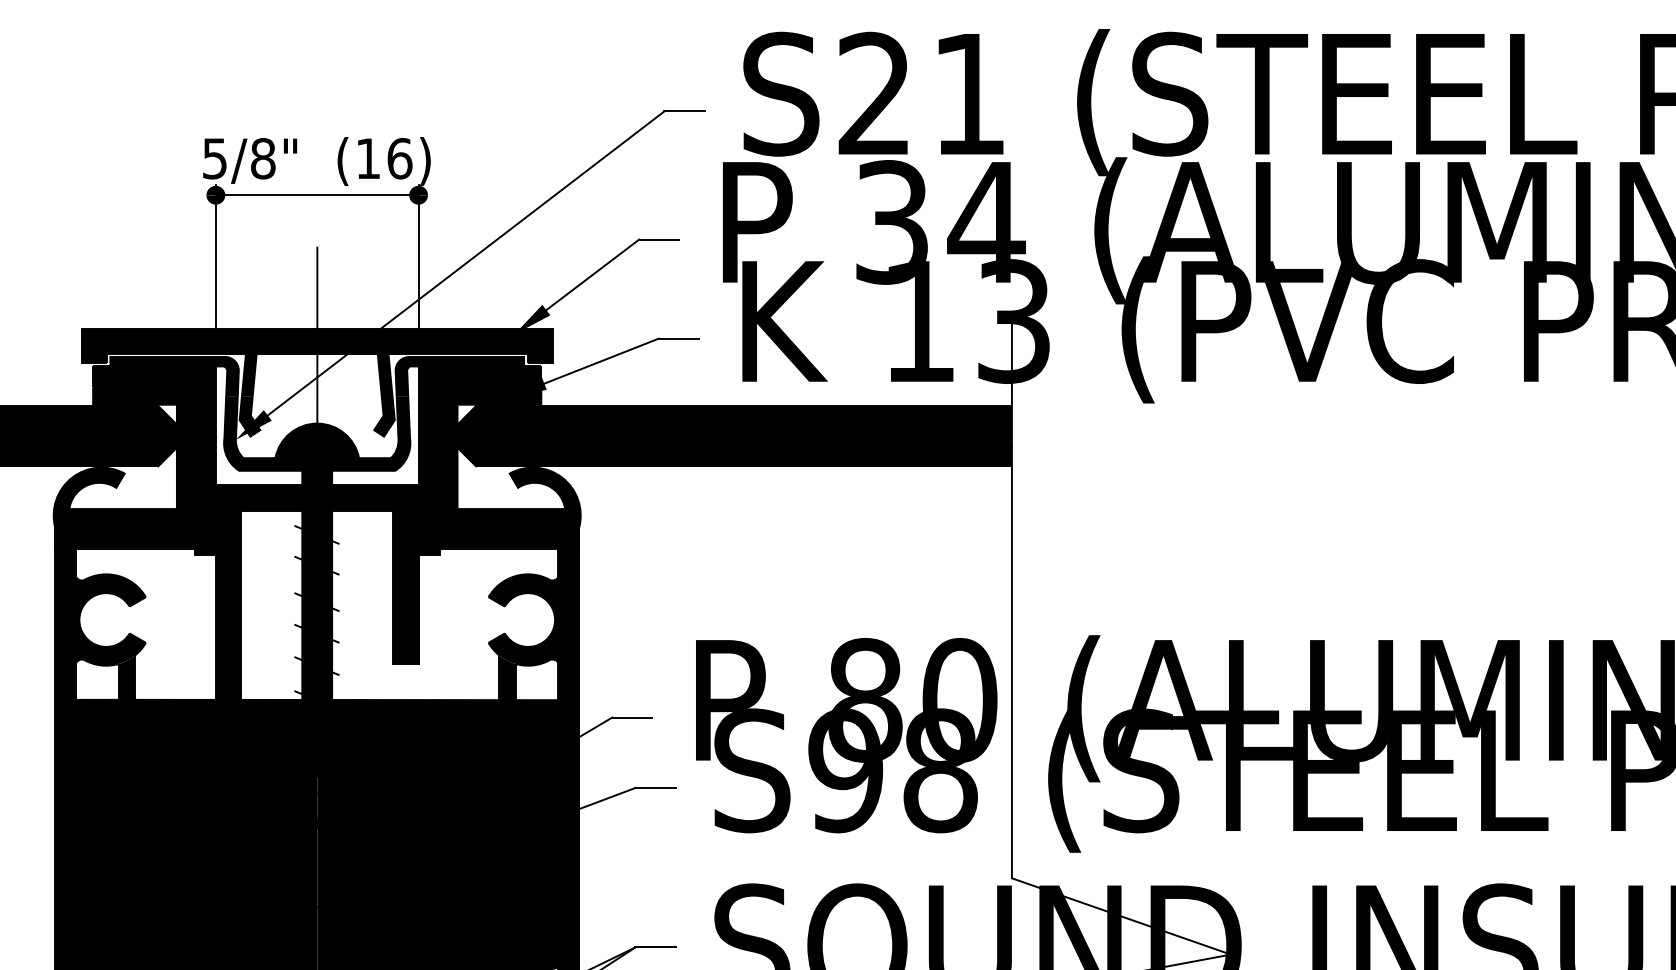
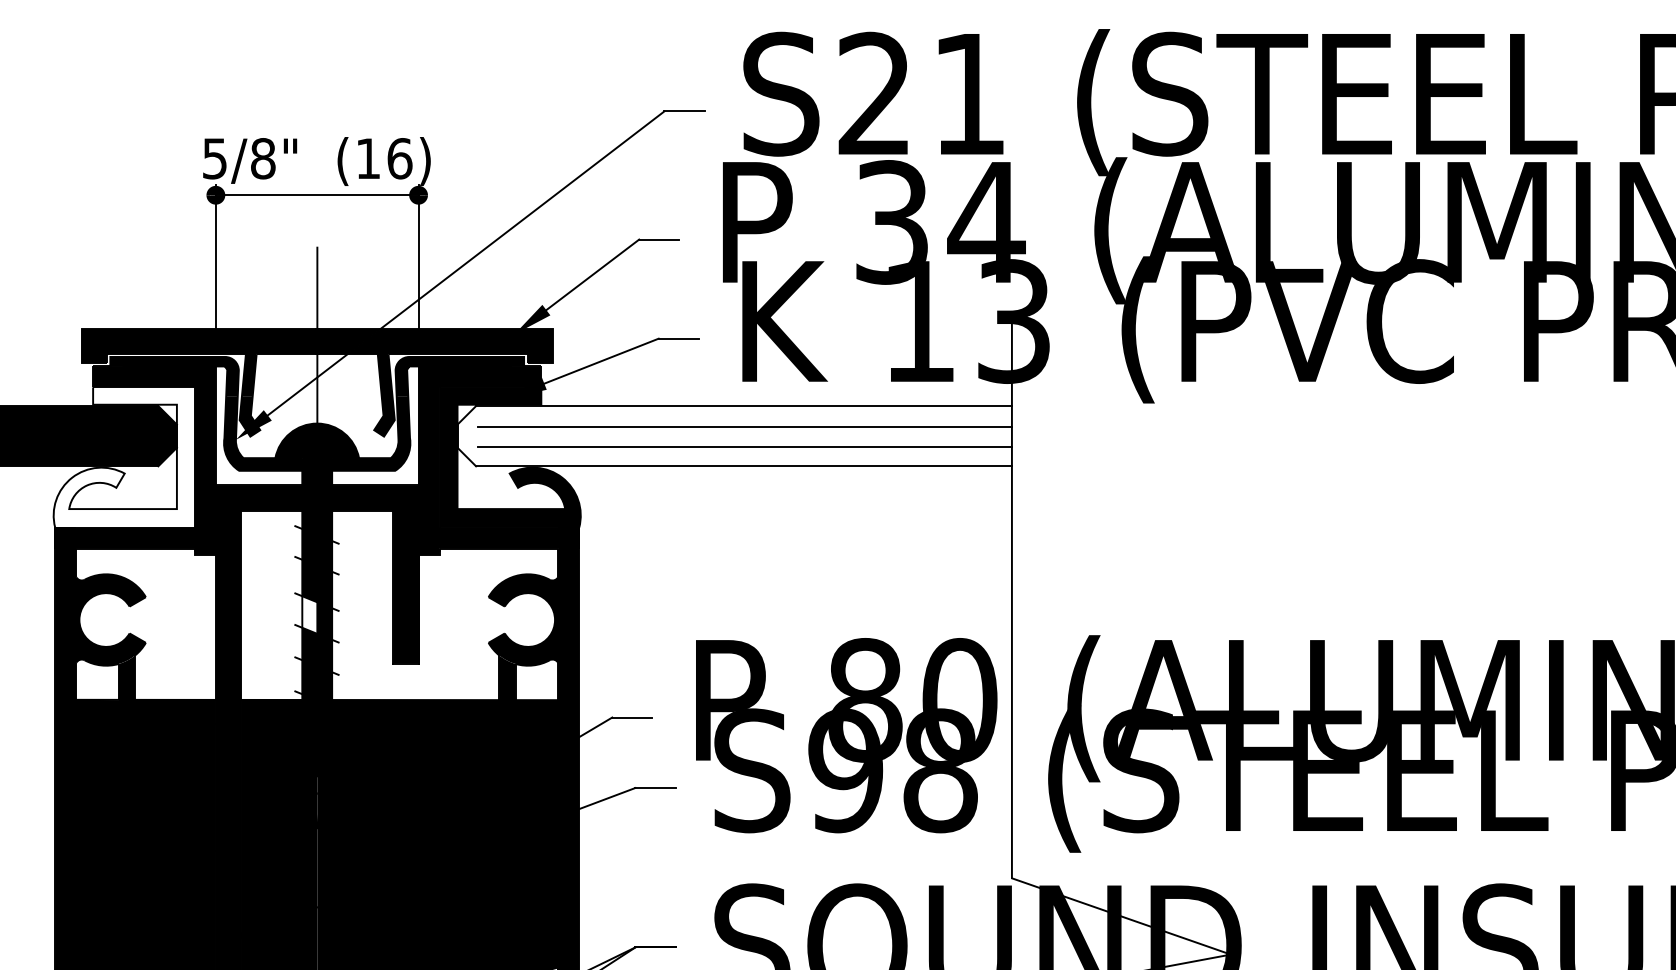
fill at (734, 436): present -> none
fill at (123, 457): present -> none
fill at (309, 614): present -> none
